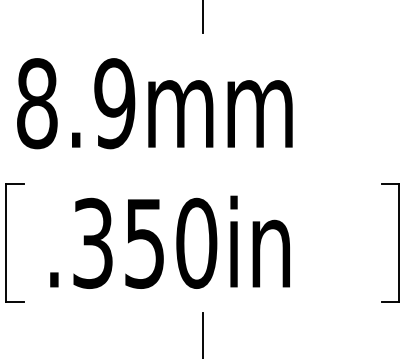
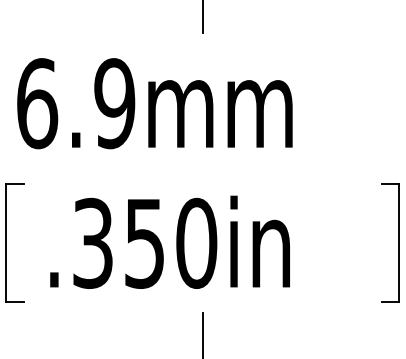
text at (37, 103): 8.9mm -> 6.9mm
